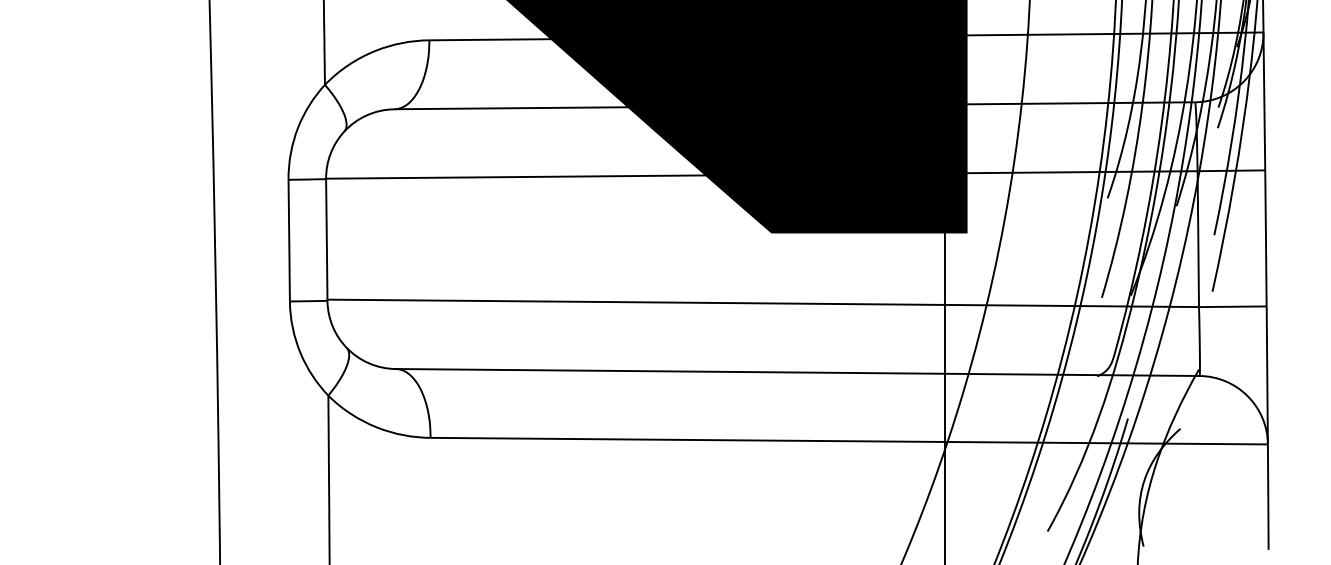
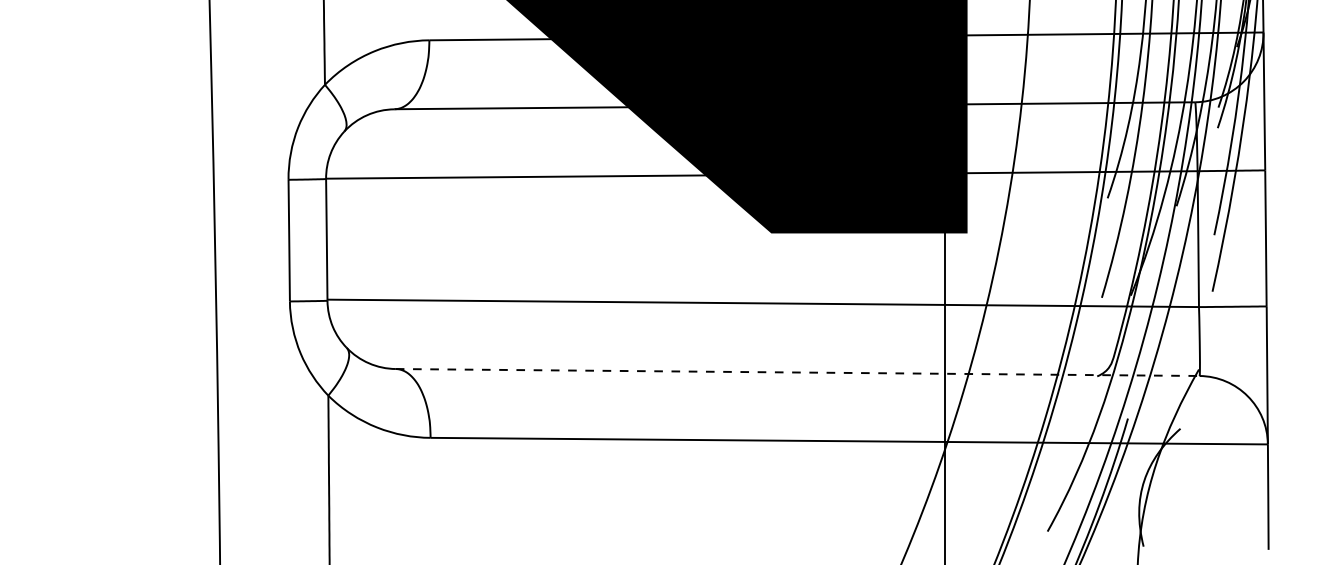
line at (797, 372): solid -> dashed
